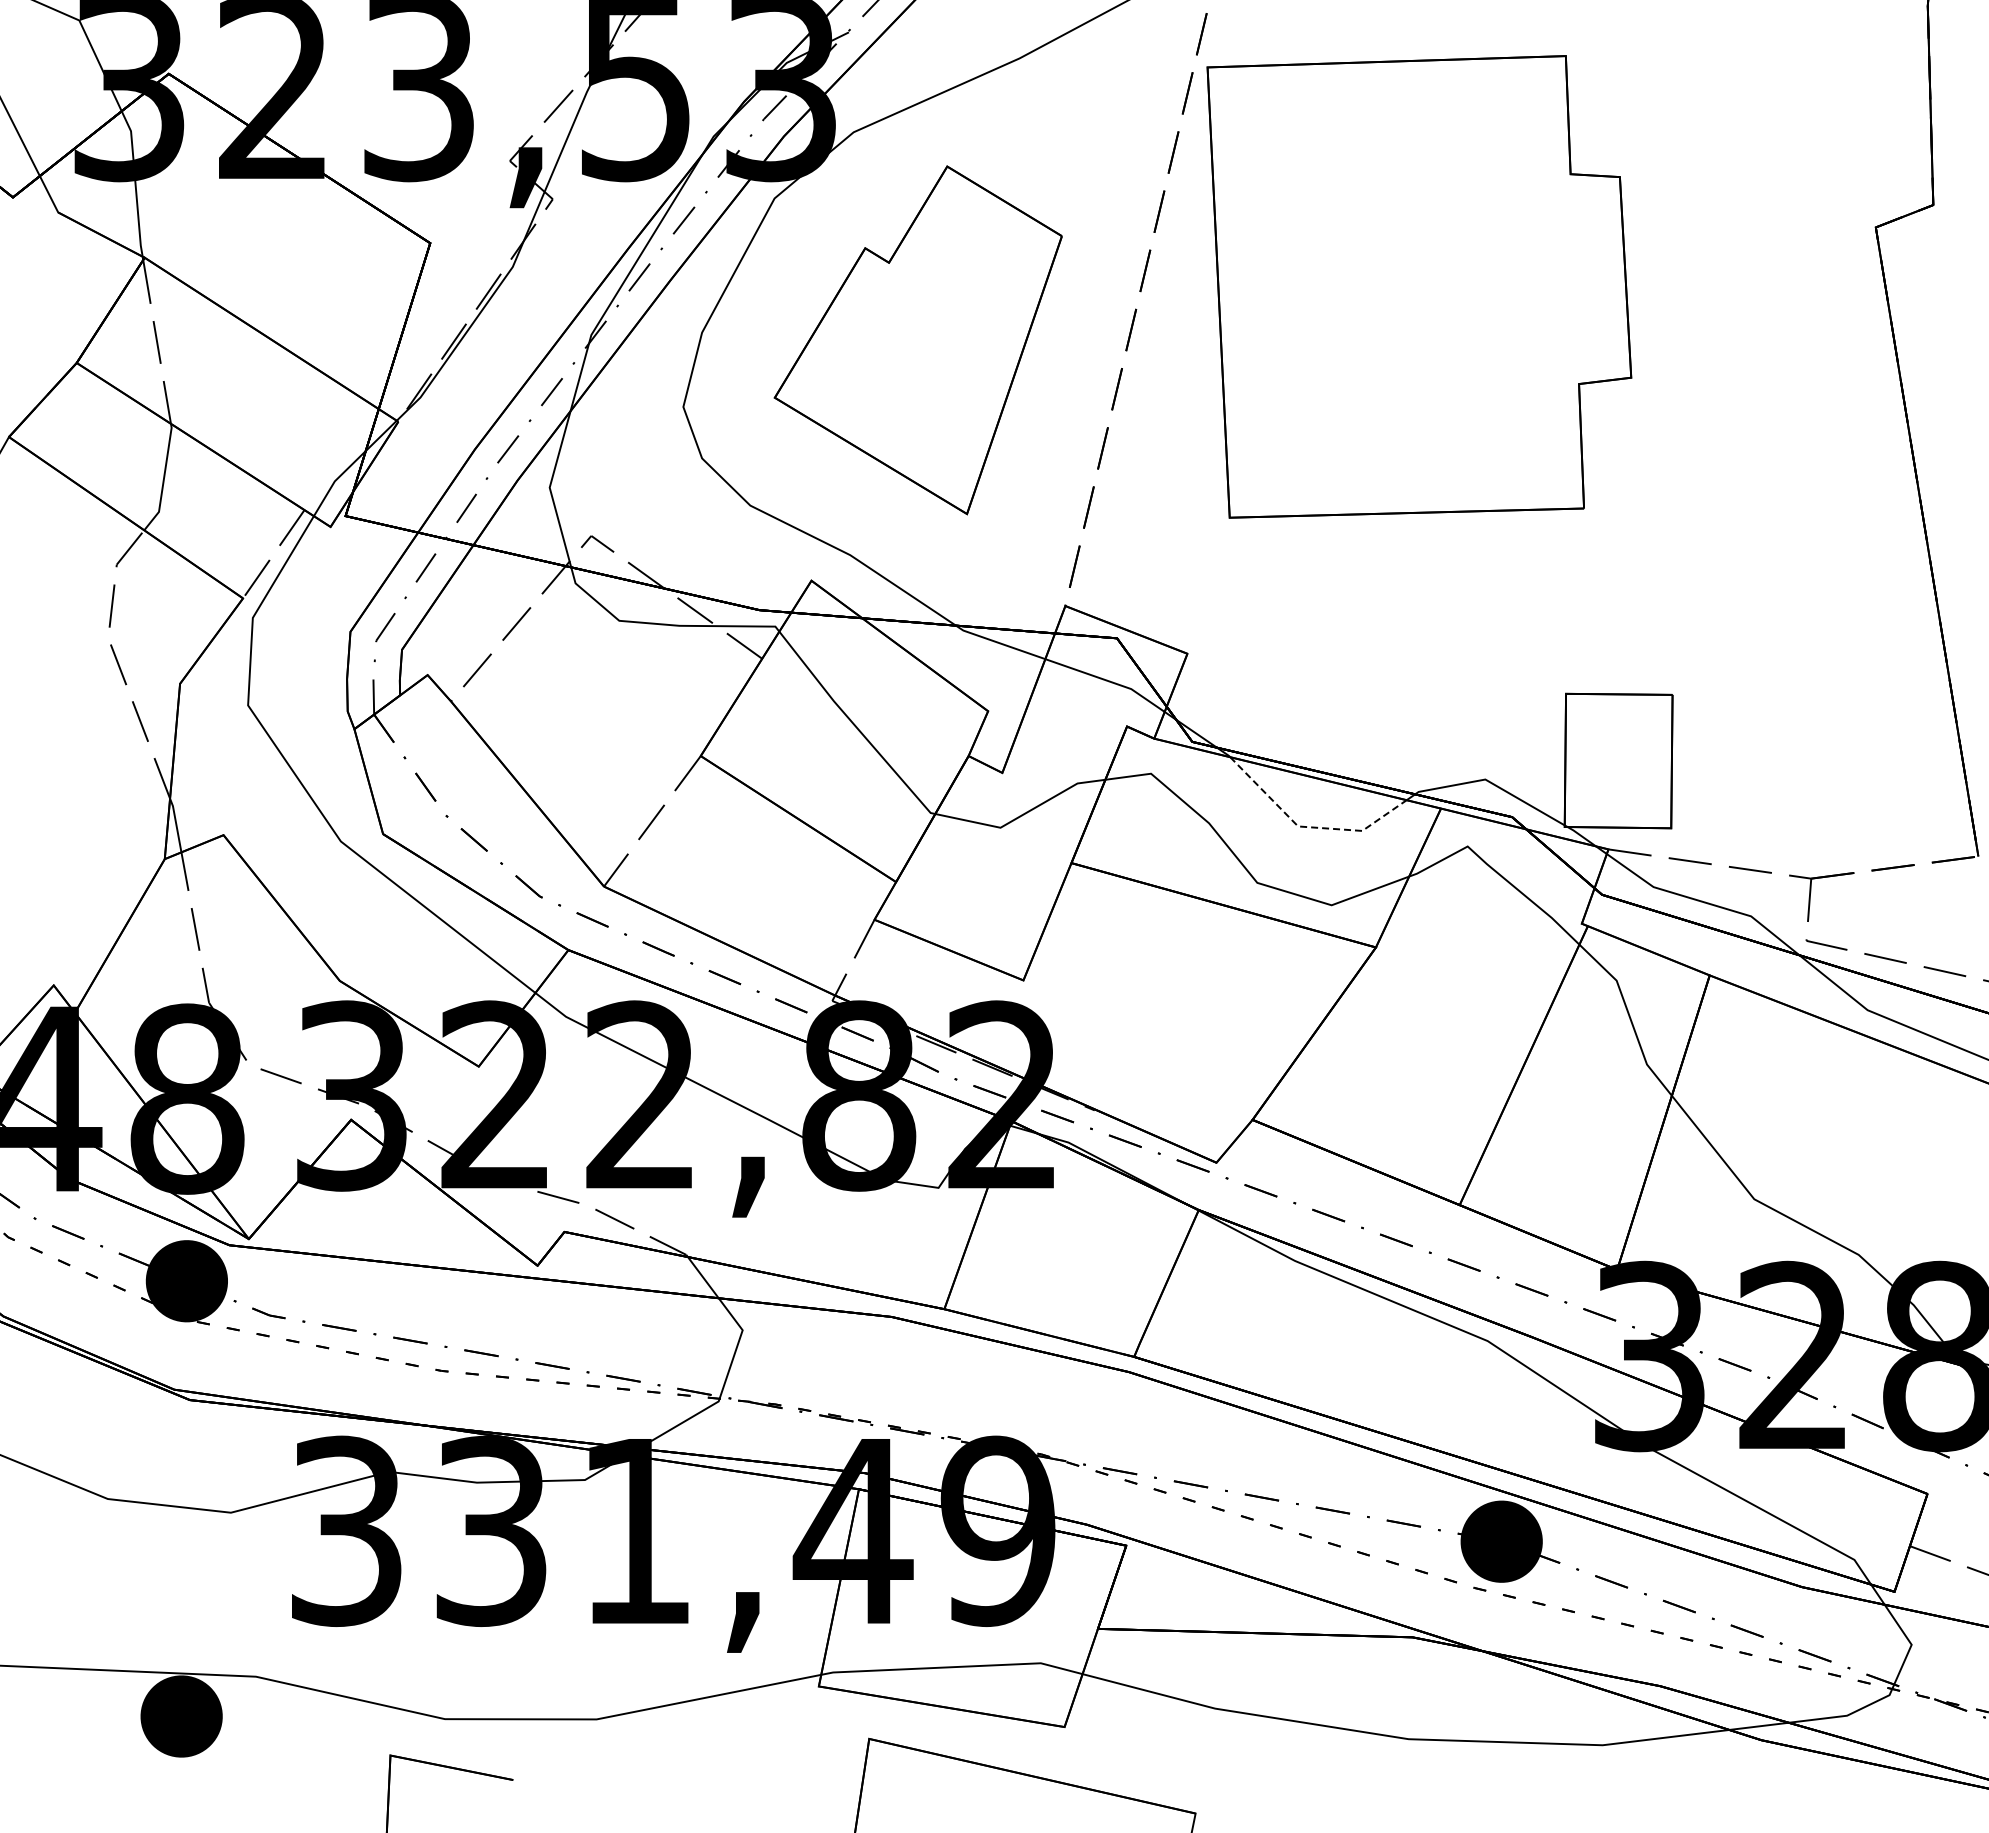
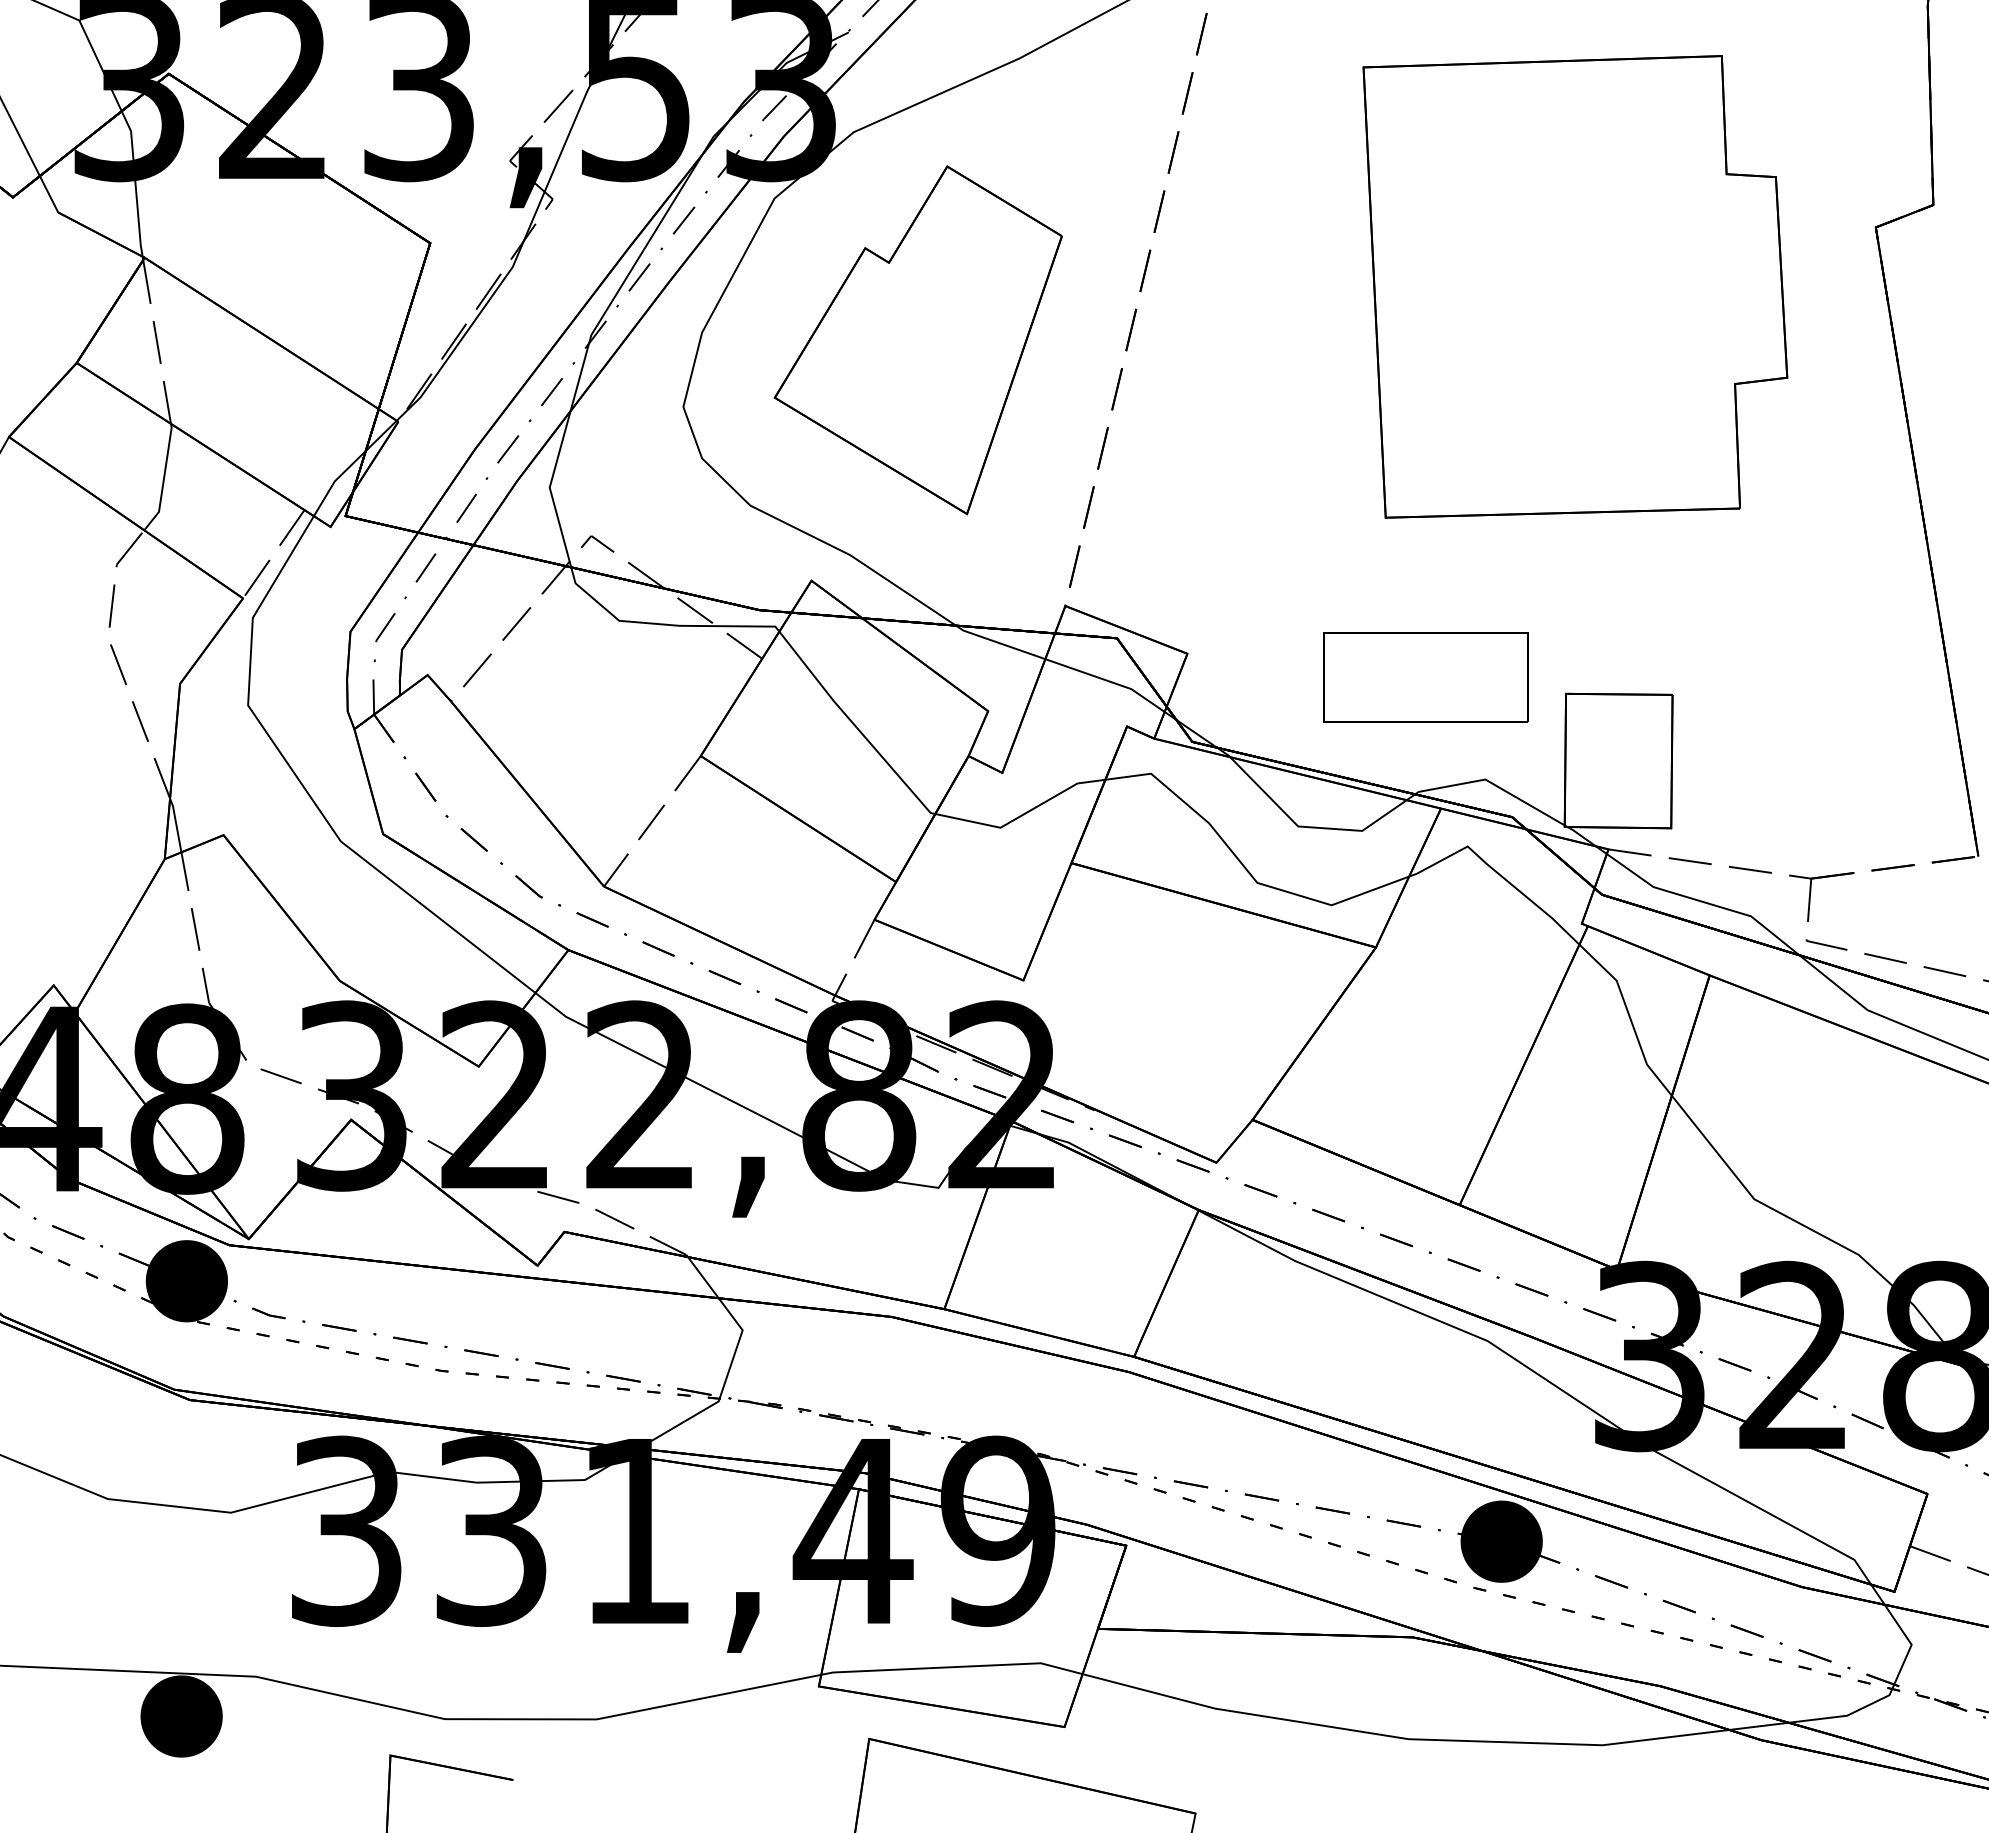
part at (1419, 286) position: (1419, 286) -> (1575, 286)
part at (1425, 677): none -> present
line at (1309, 827): dashed -> solid
